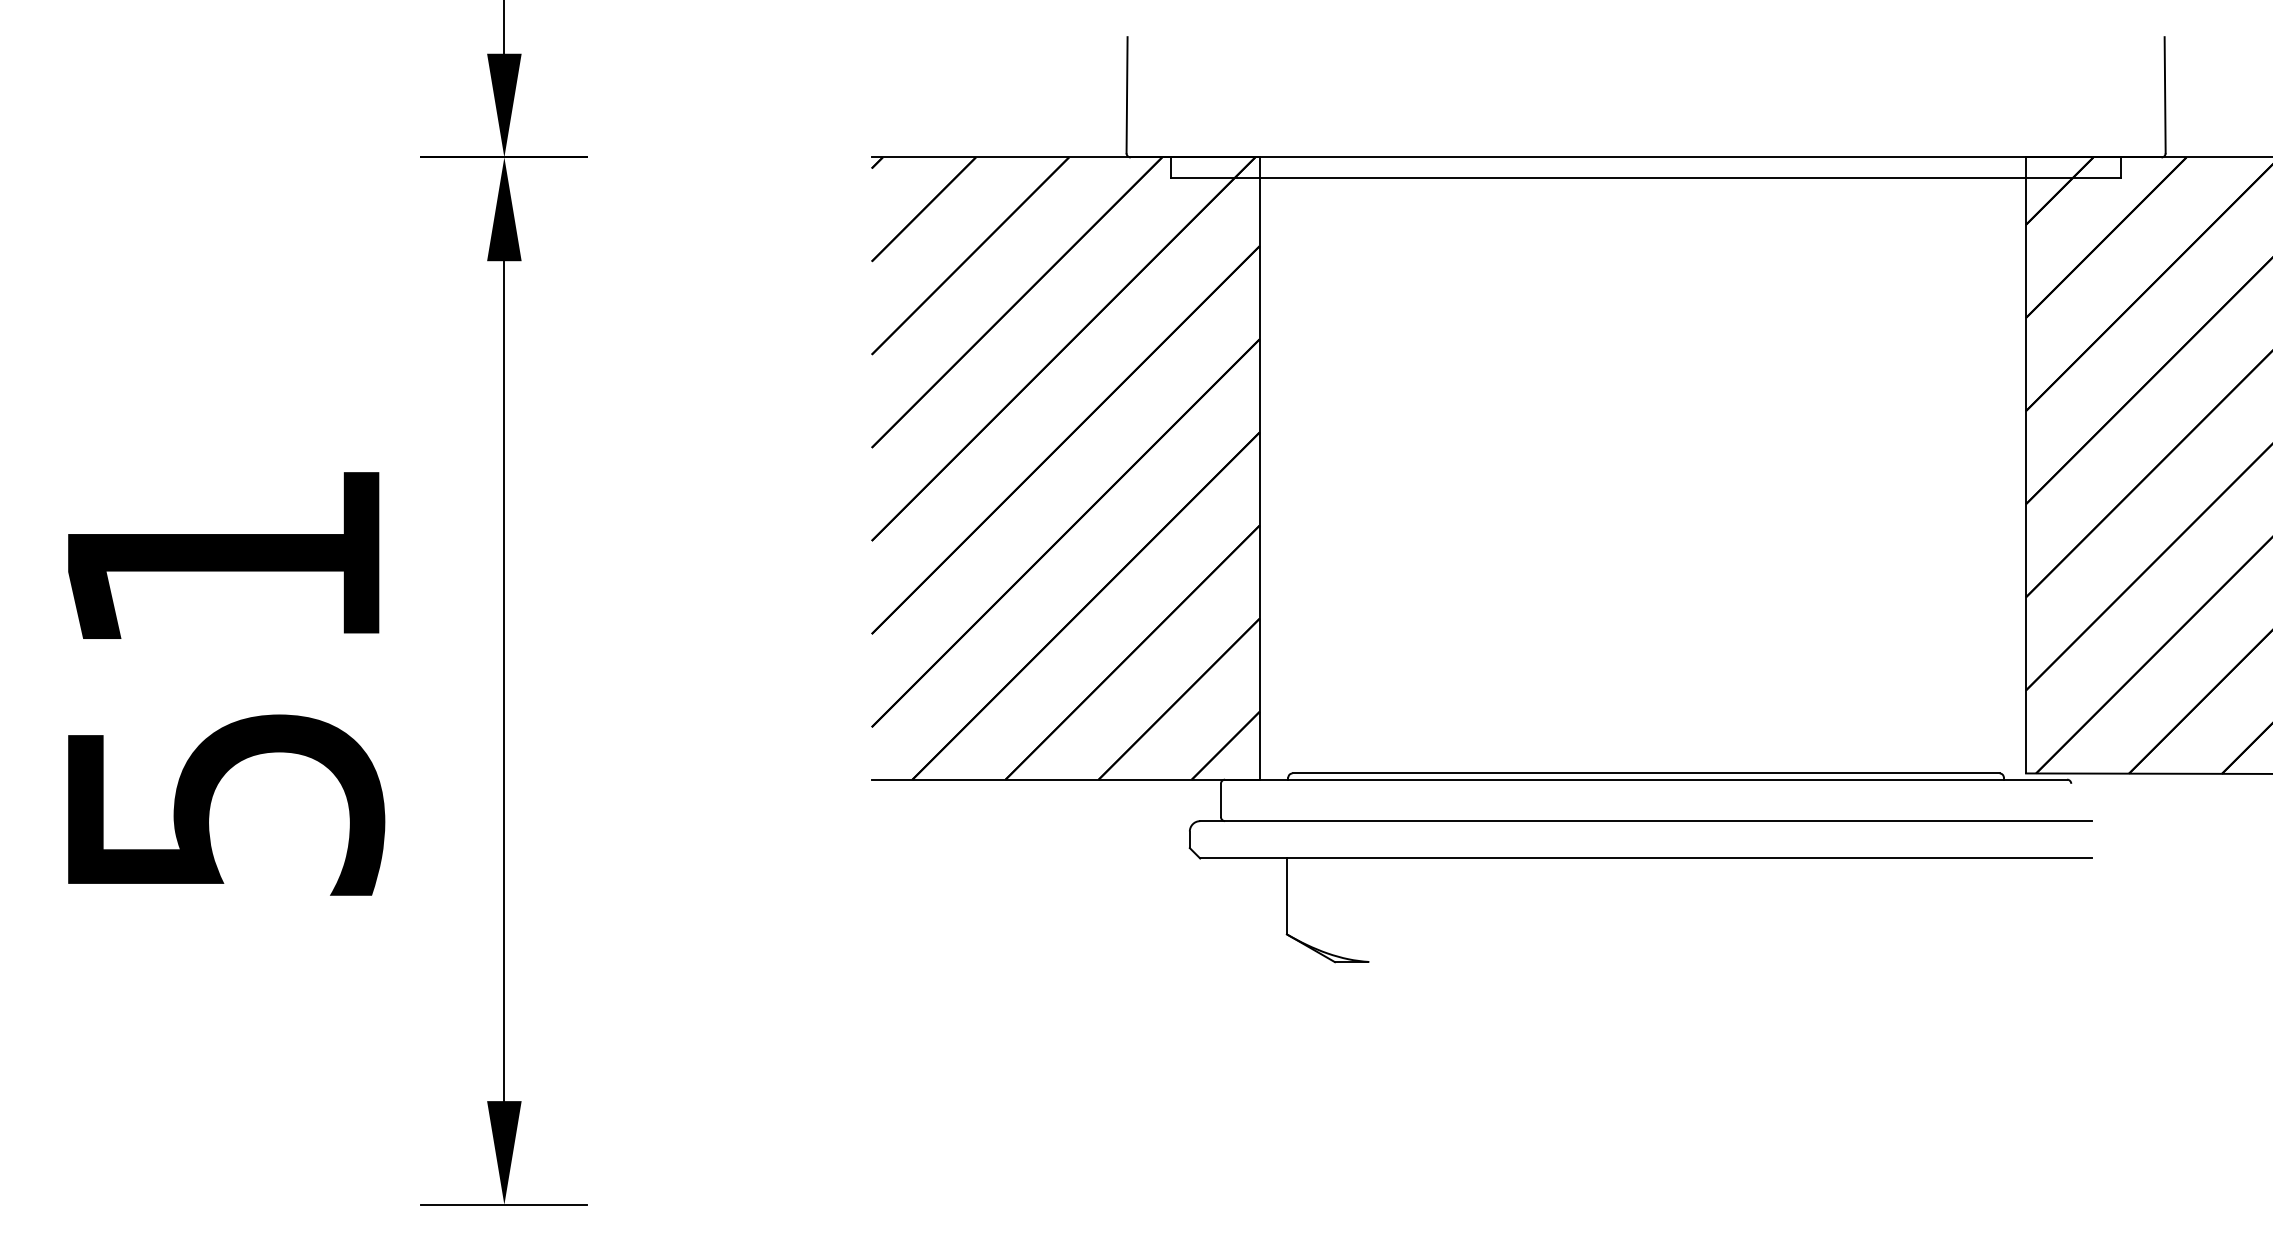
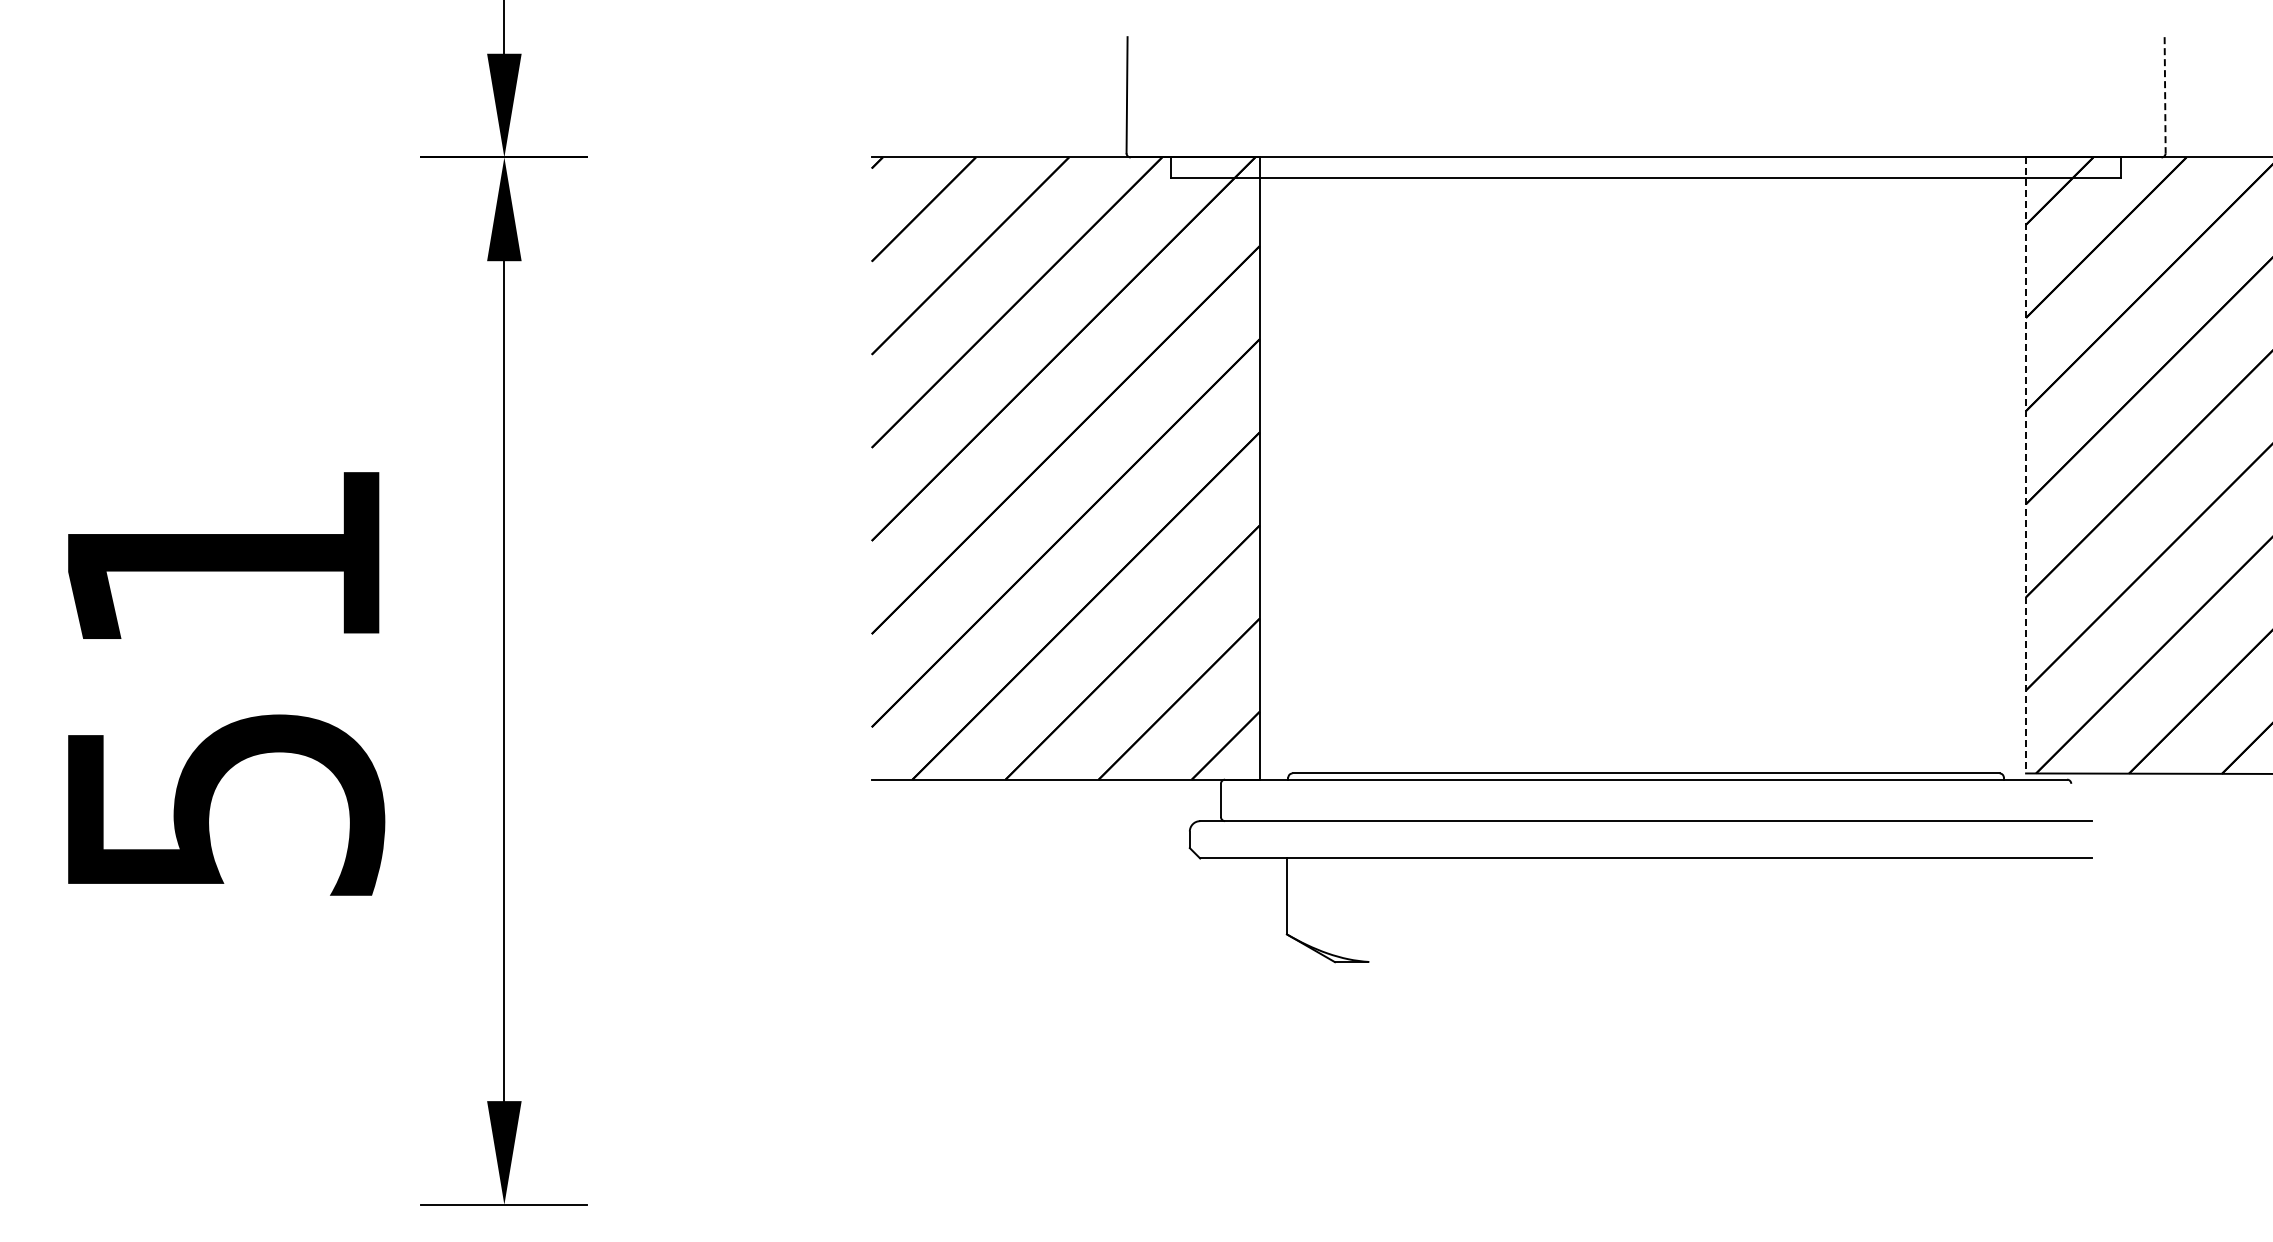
line at (2165, 95): solid -> dashed
line at (2026, 465): solid -> dashed
